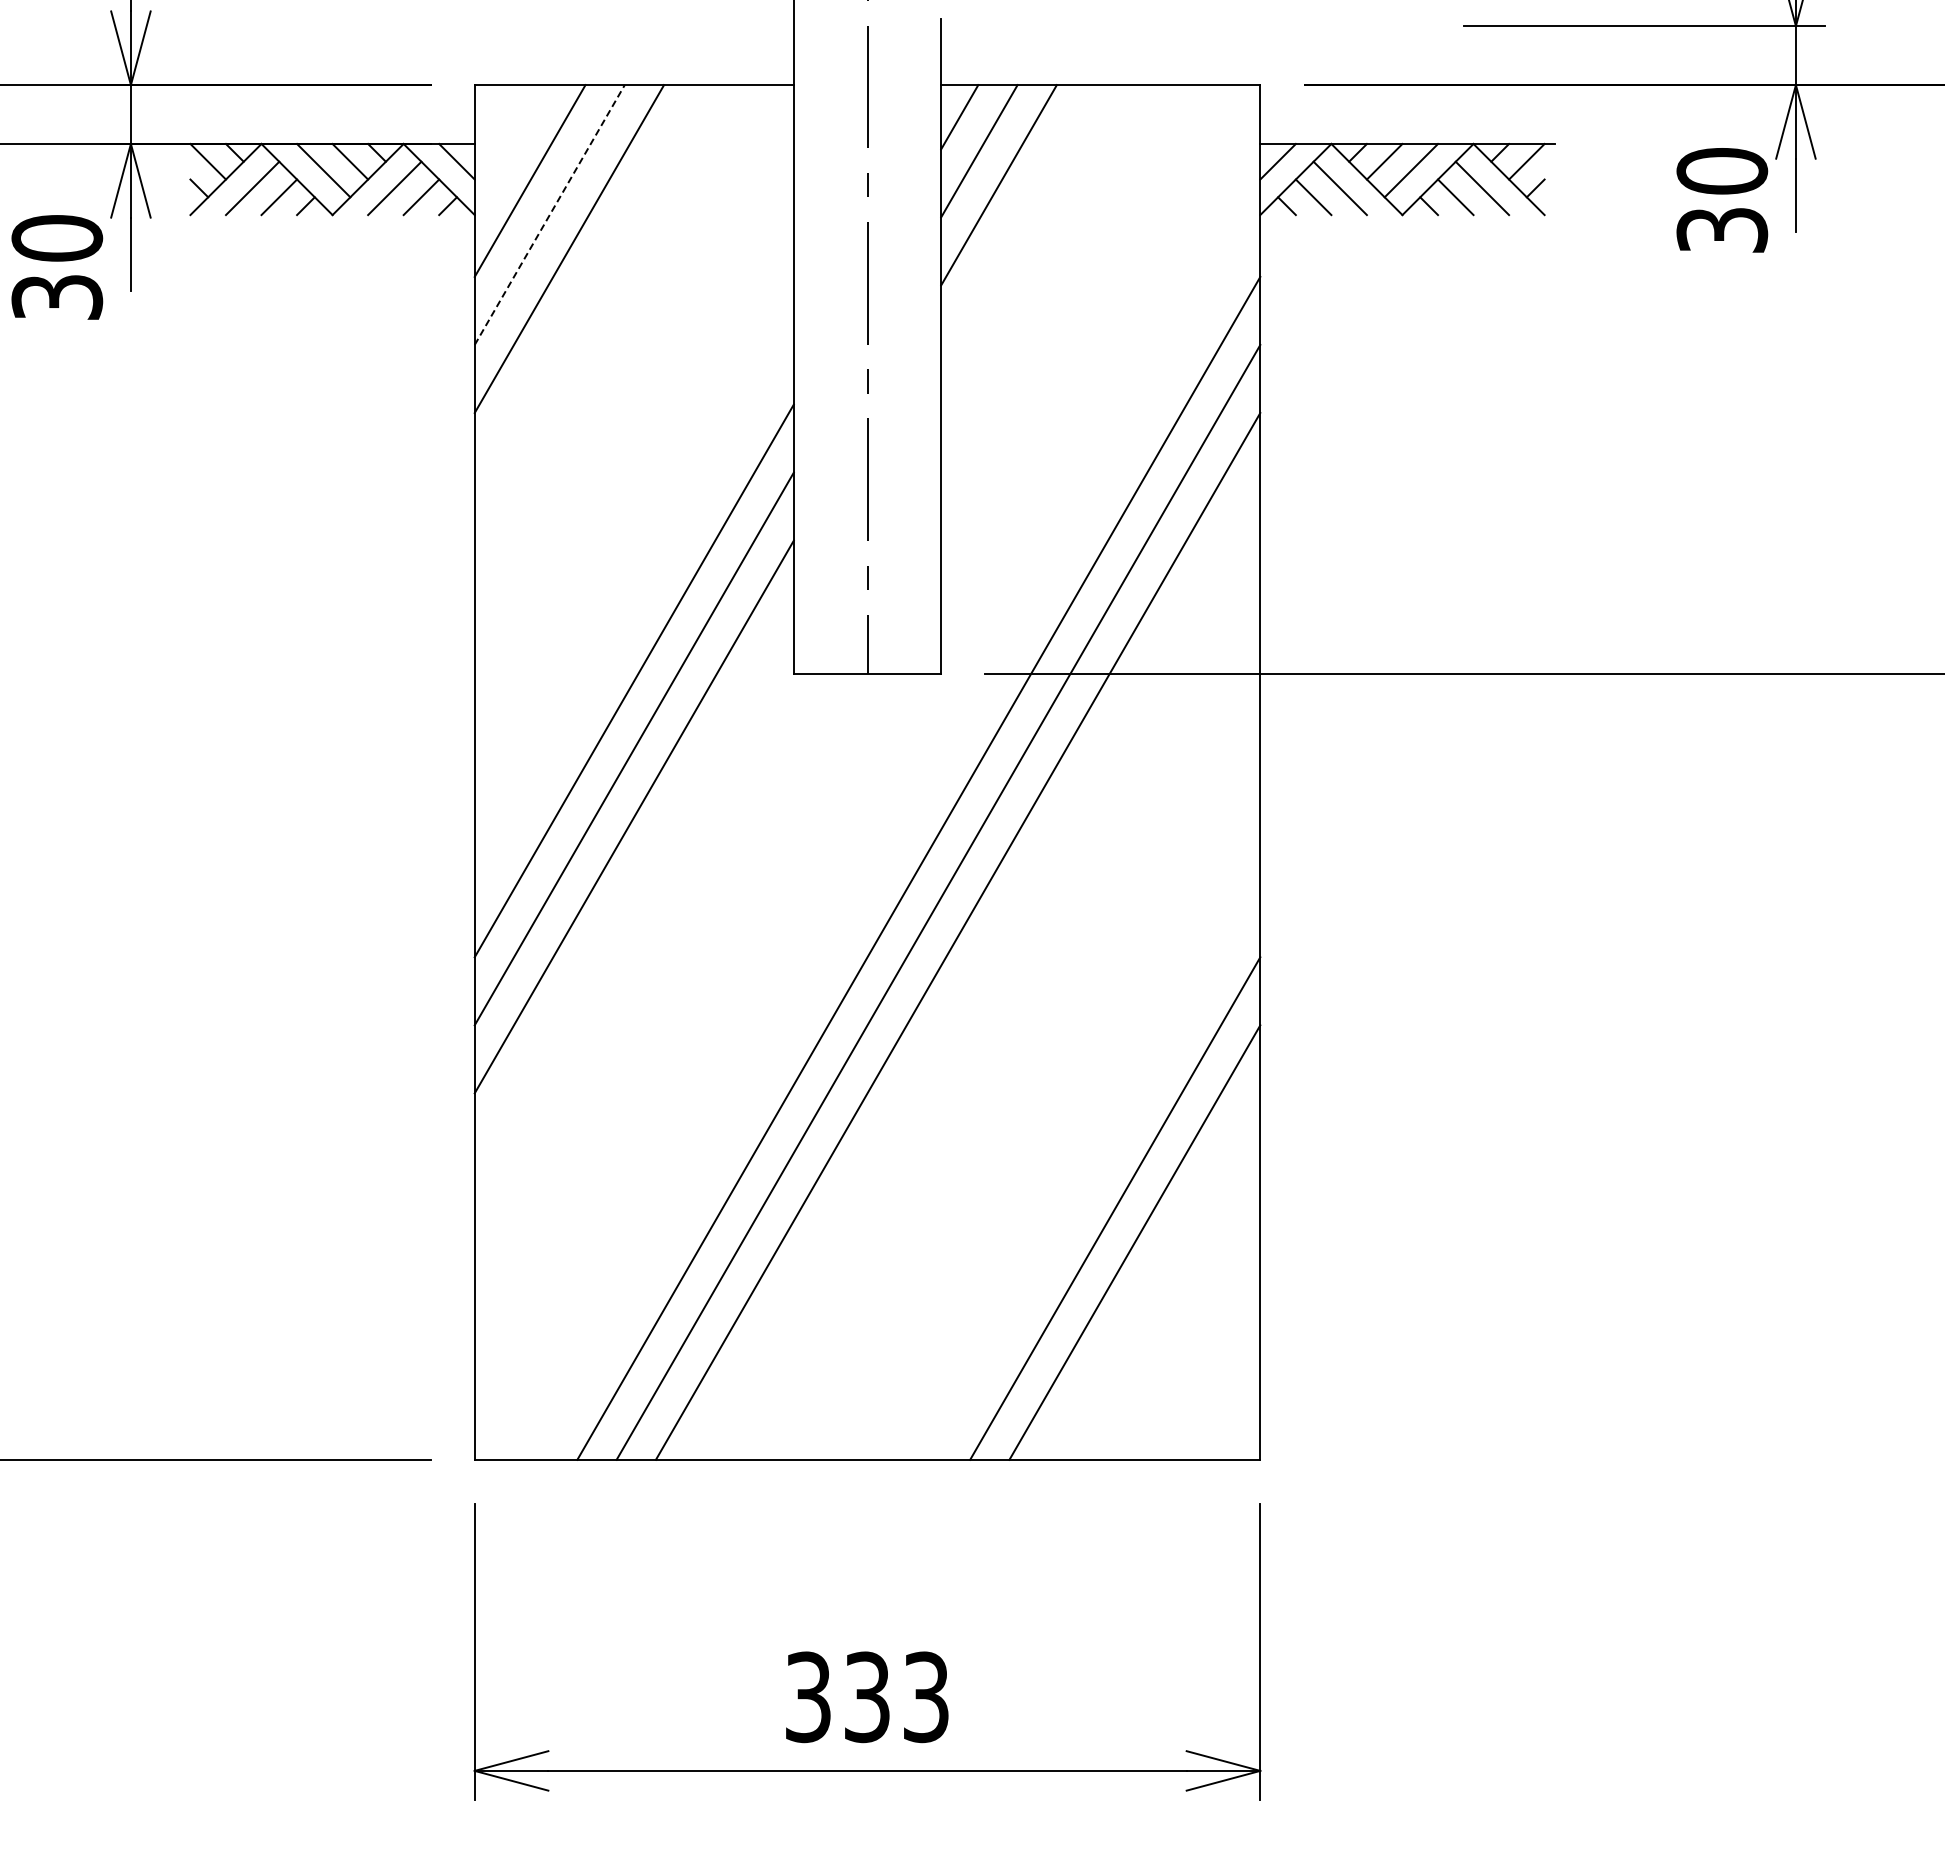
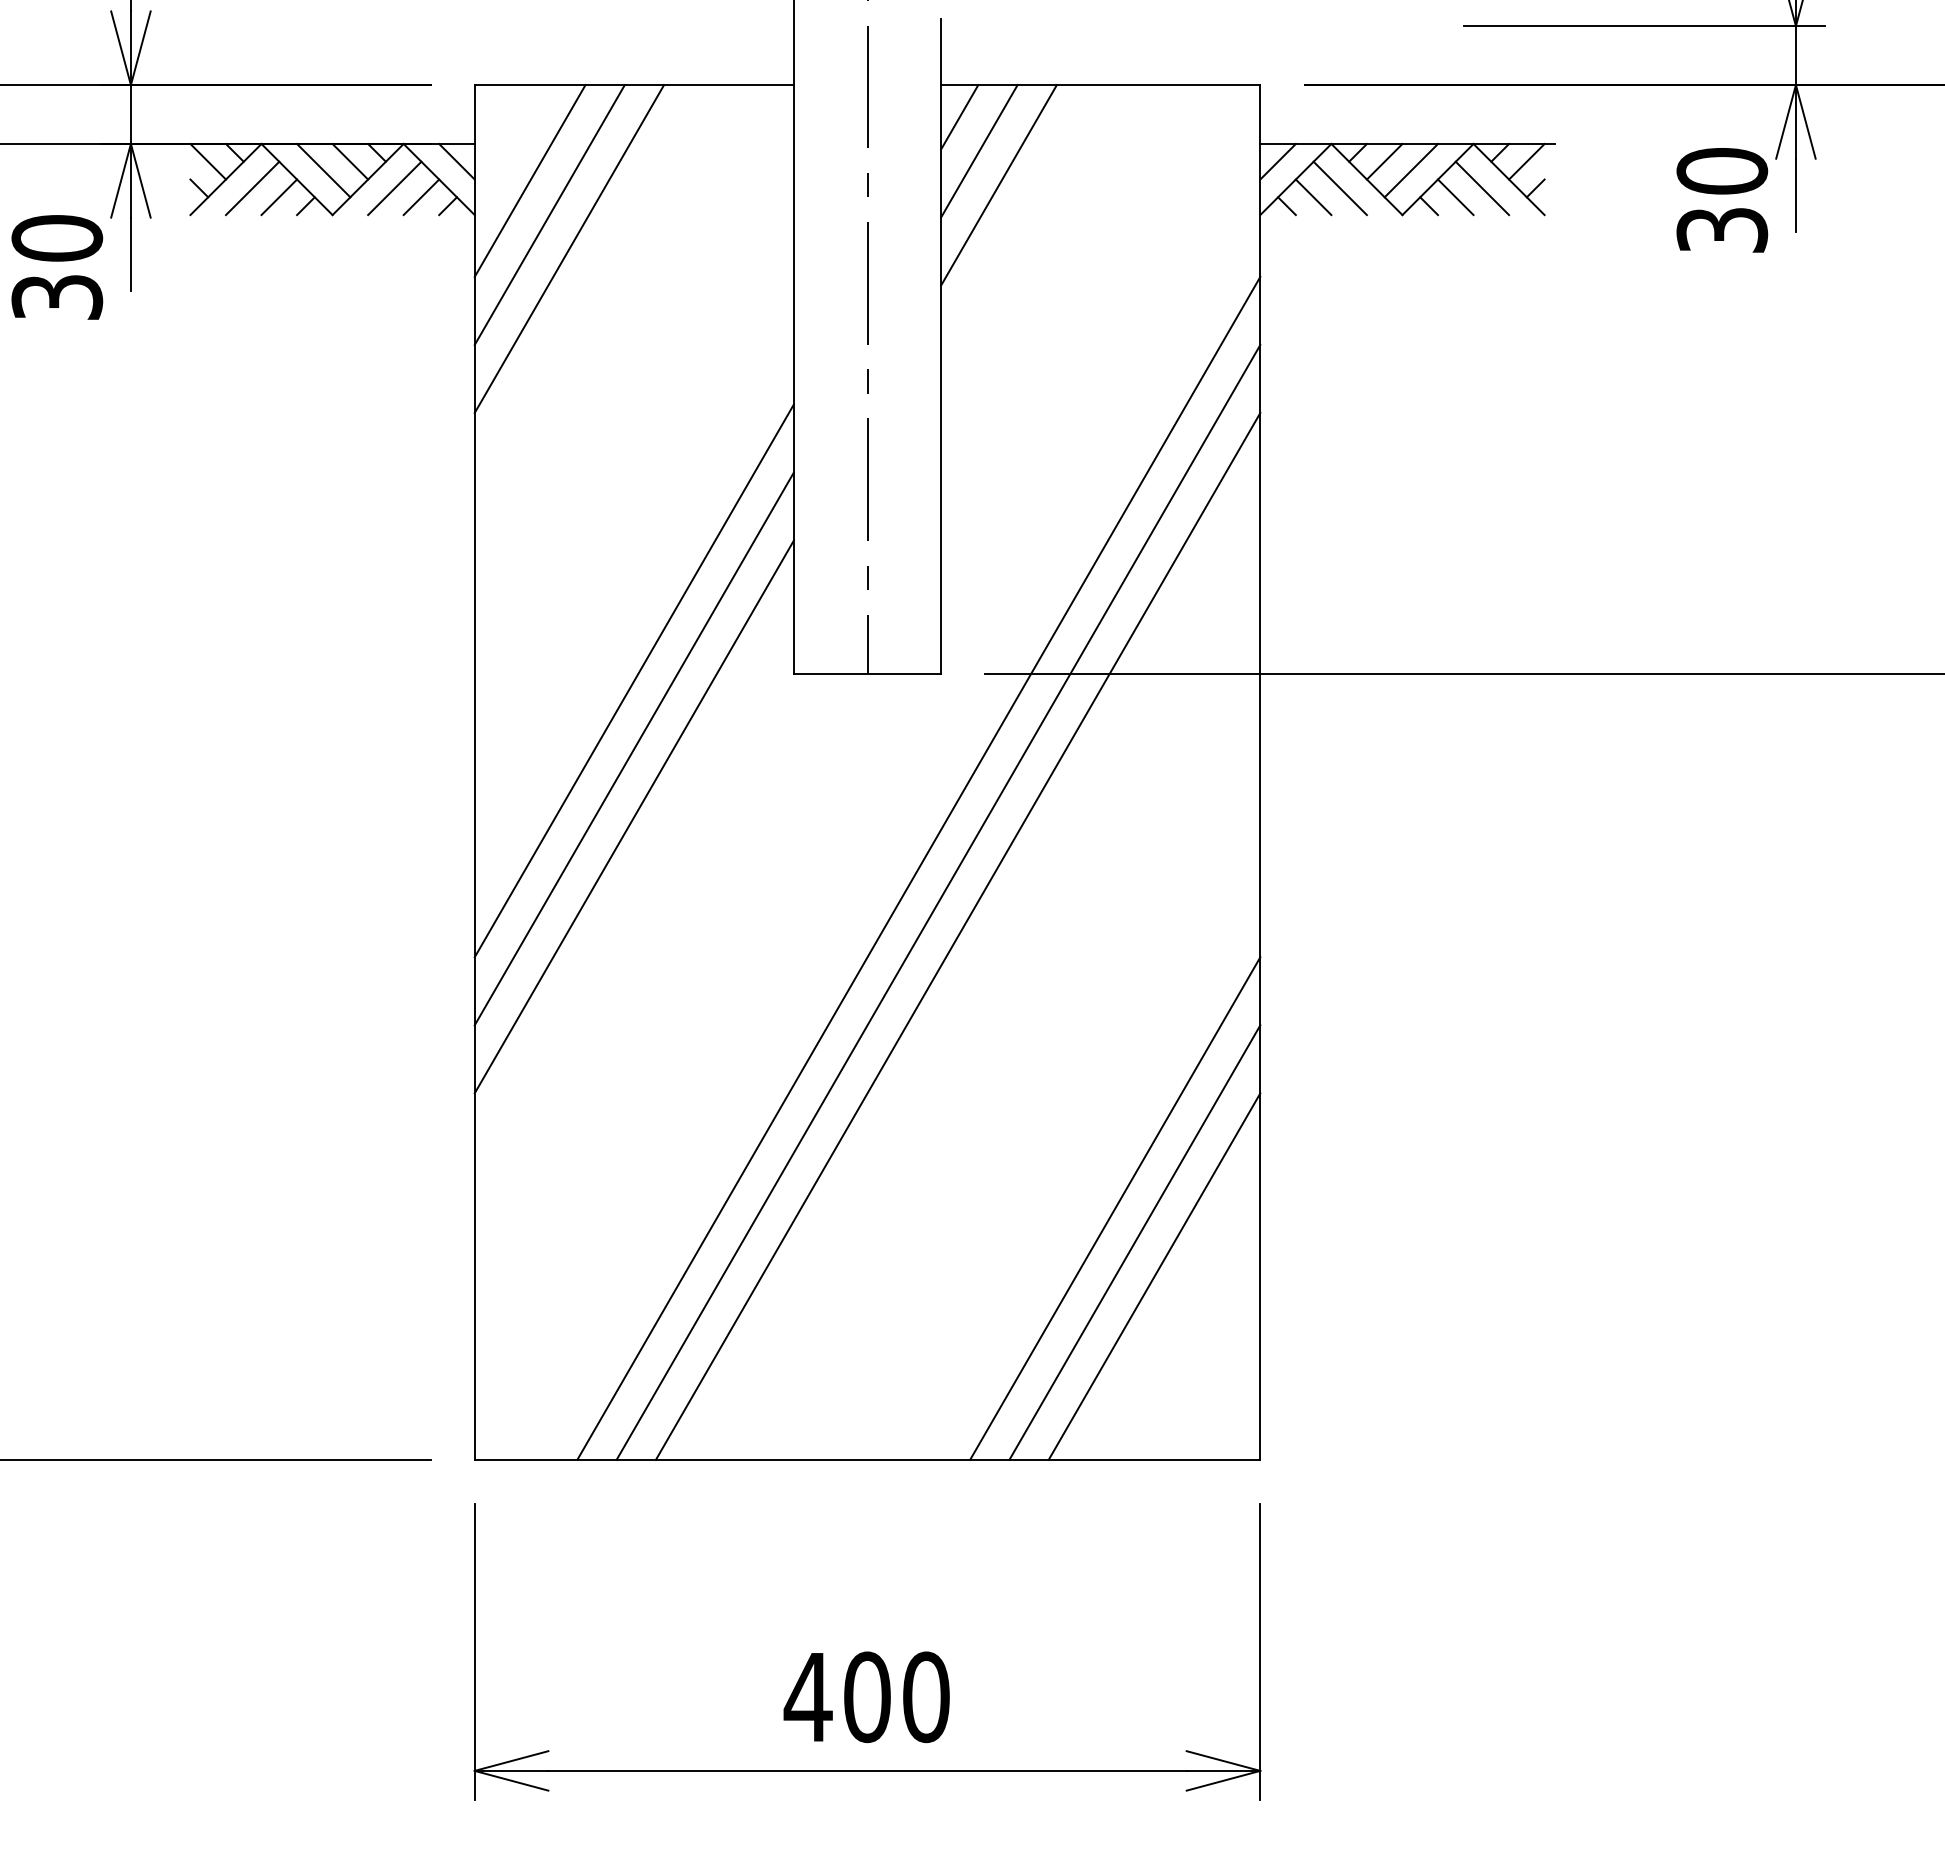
line at (550, 214): dashed -> solid
line at (1154, 1276): none -> present
text at (866, 1697): 333 -> 400
